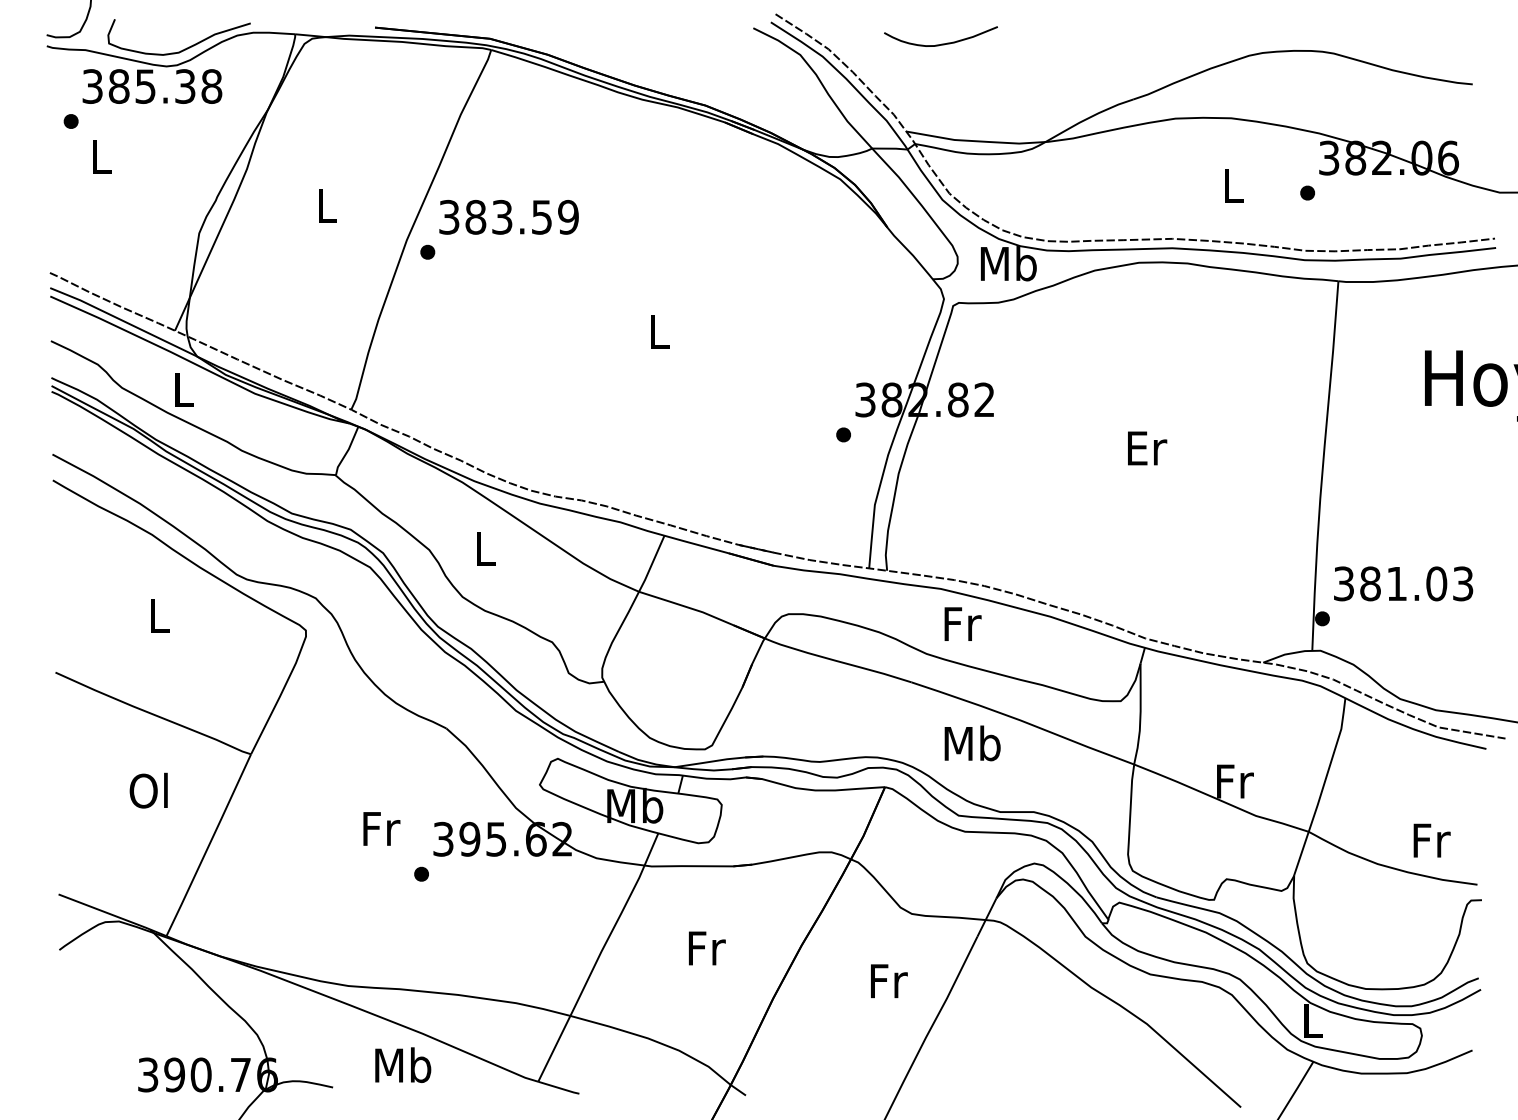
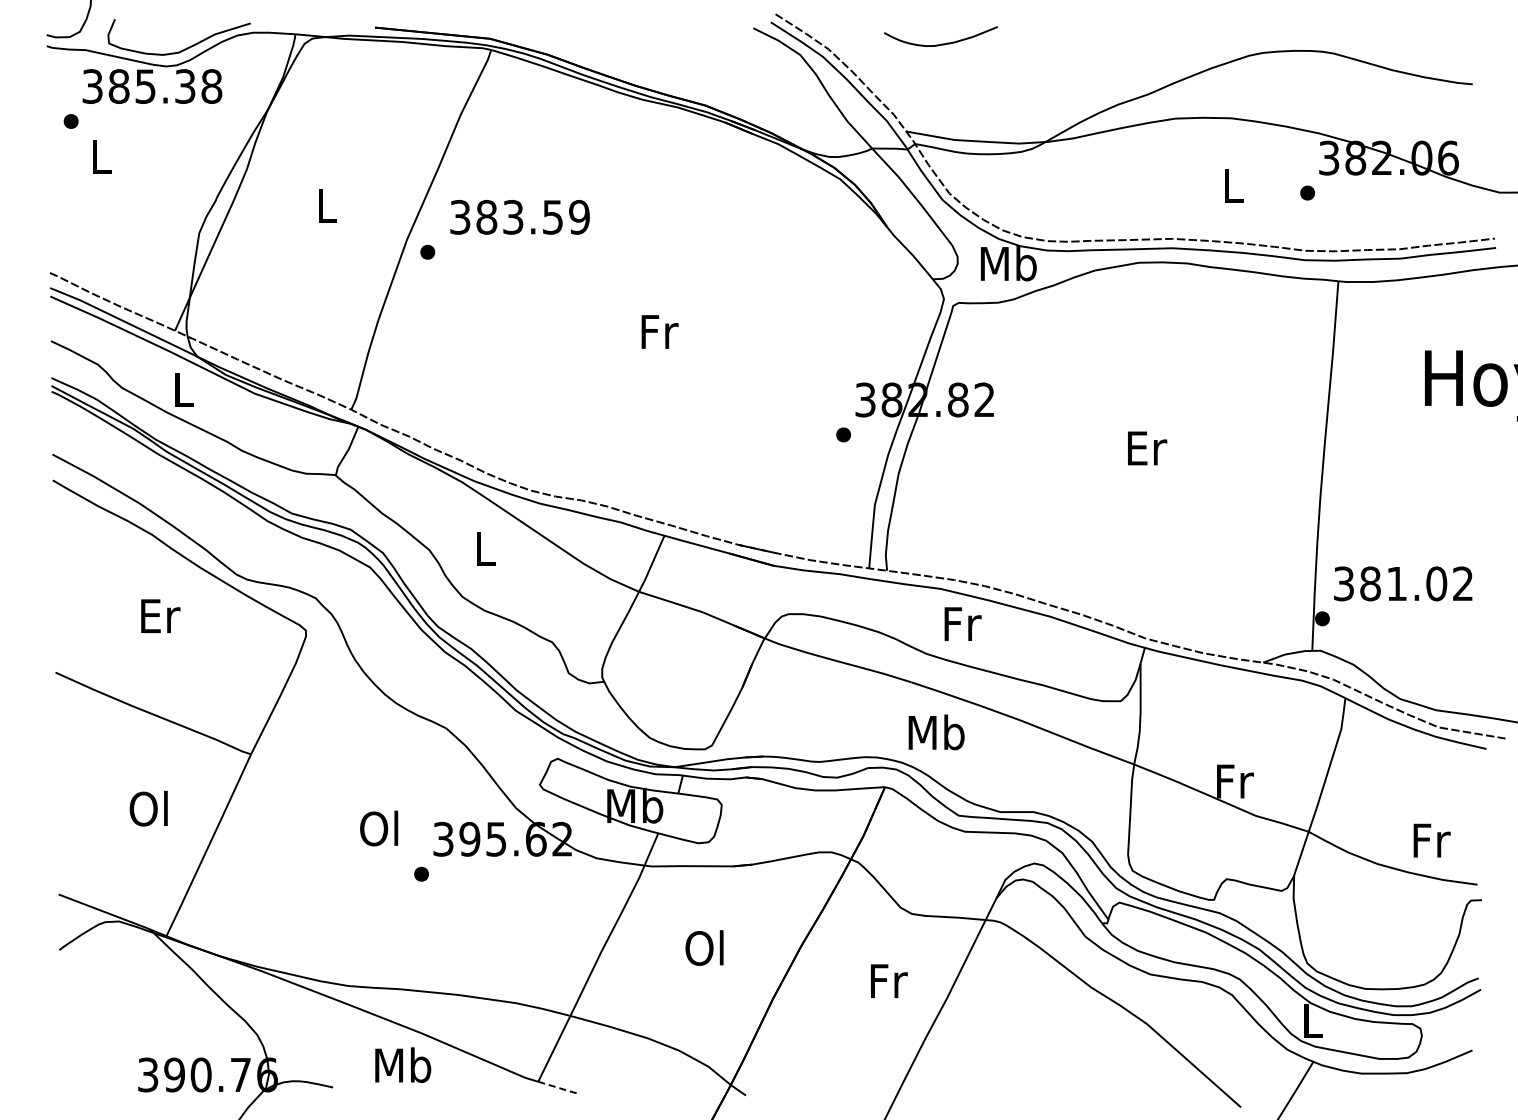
text at (508, 217) position: (508, 217) -> (519, 217)
text at (659, 331): L -> Fr
text at (1463, 583): 381.03 -> 381.02
text at (160, 616): L -> Er
text at (972, 743) position: (972, 743) -> (936, 732)
text at (148, 790) position: (148, 790) -> (148, 808)
text at (380, 828): Fr -> Ol
text at (705, 947): Fr -> Ol
line at (559, 1088): solid -> dashed
